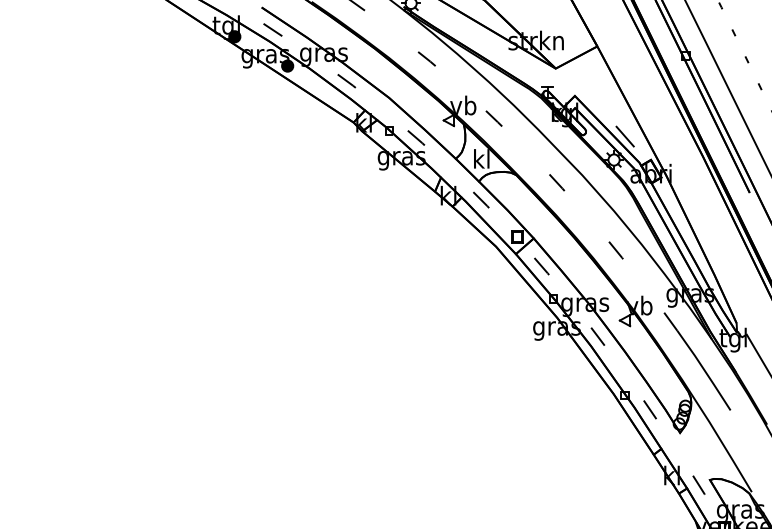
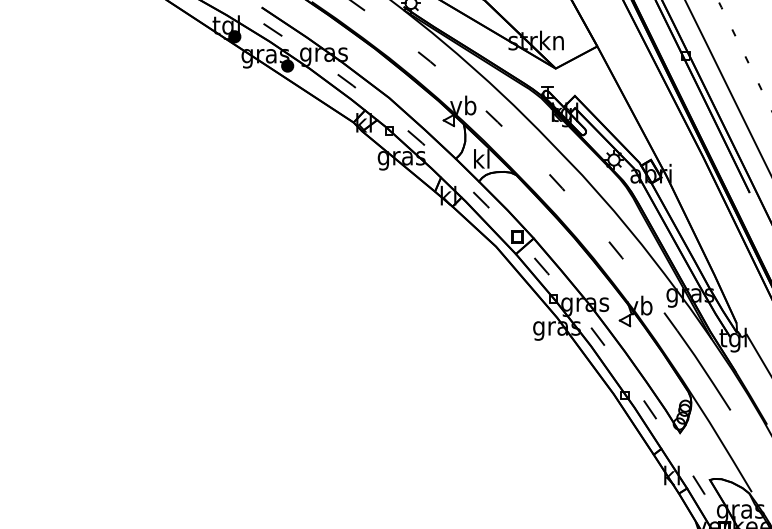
line at (624, 136): present -> none
